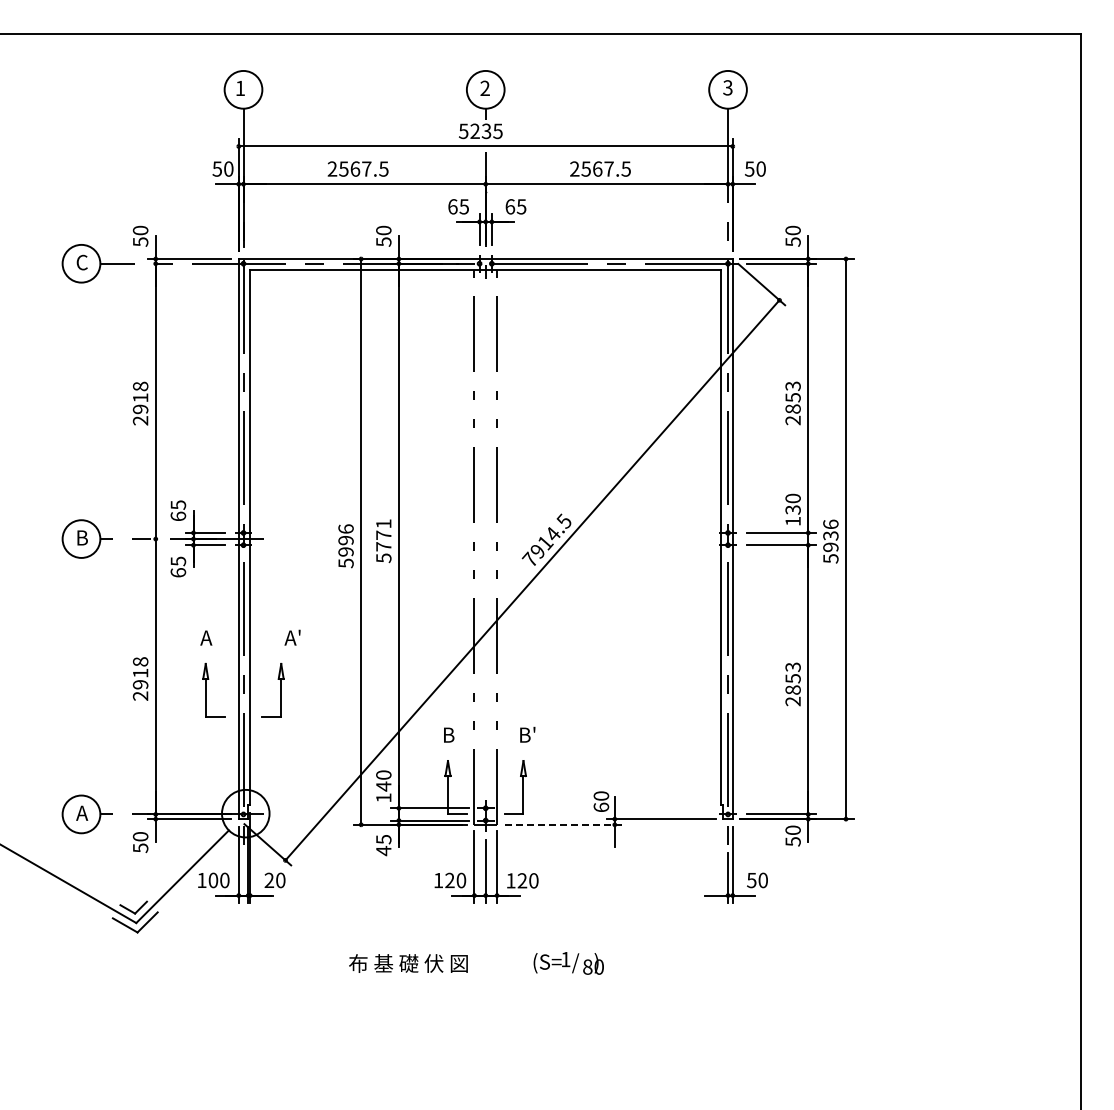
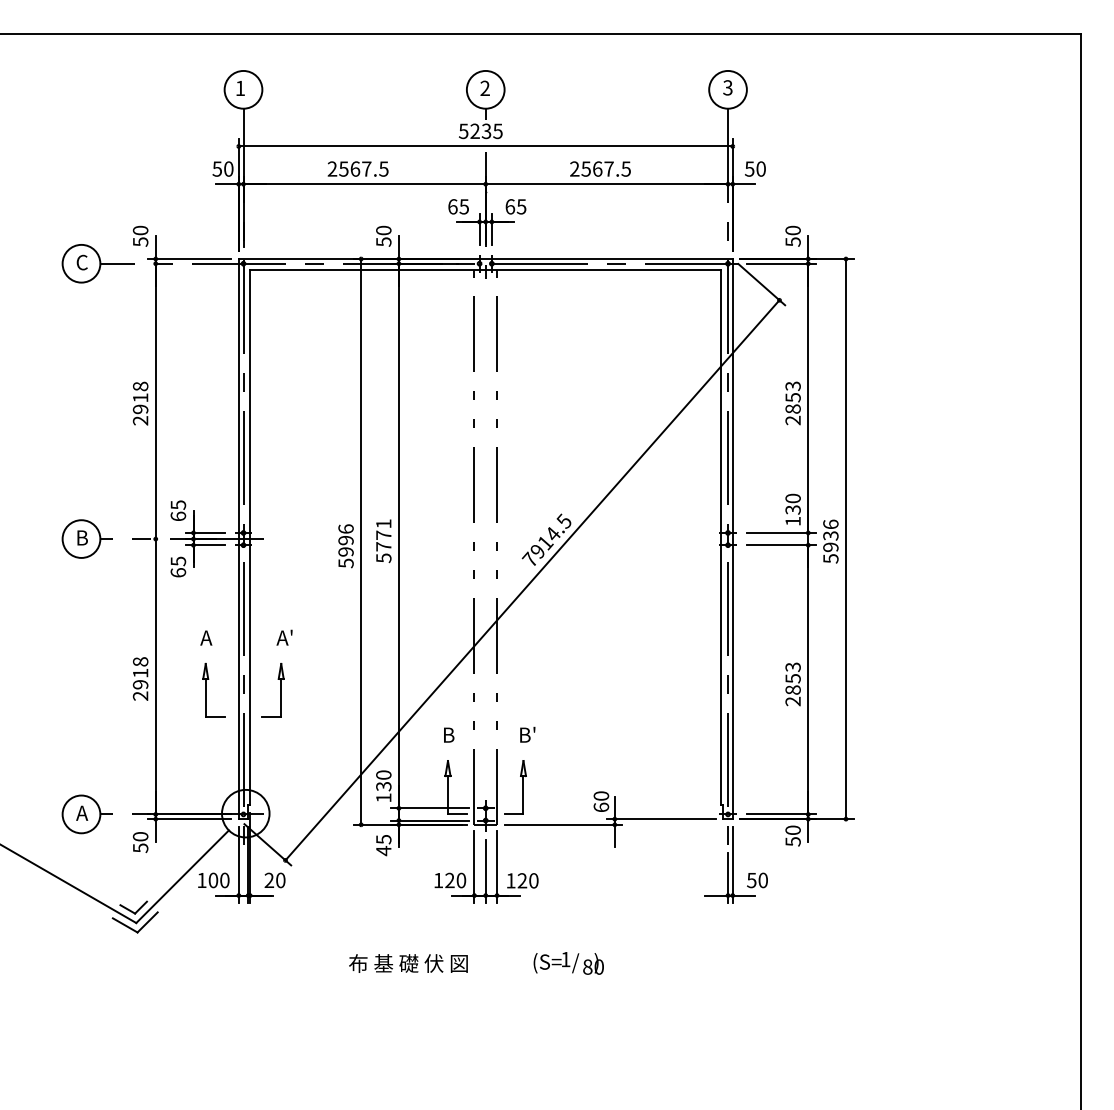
text at (292, 637) position: (292, 637) -> (284, 637)
text at (383, 786): 140 -> 130
line at (563, 824): dashed -> solid
